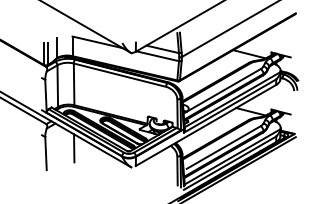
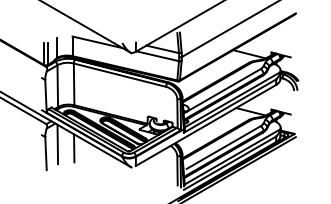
line at (57, 144): none -> present
